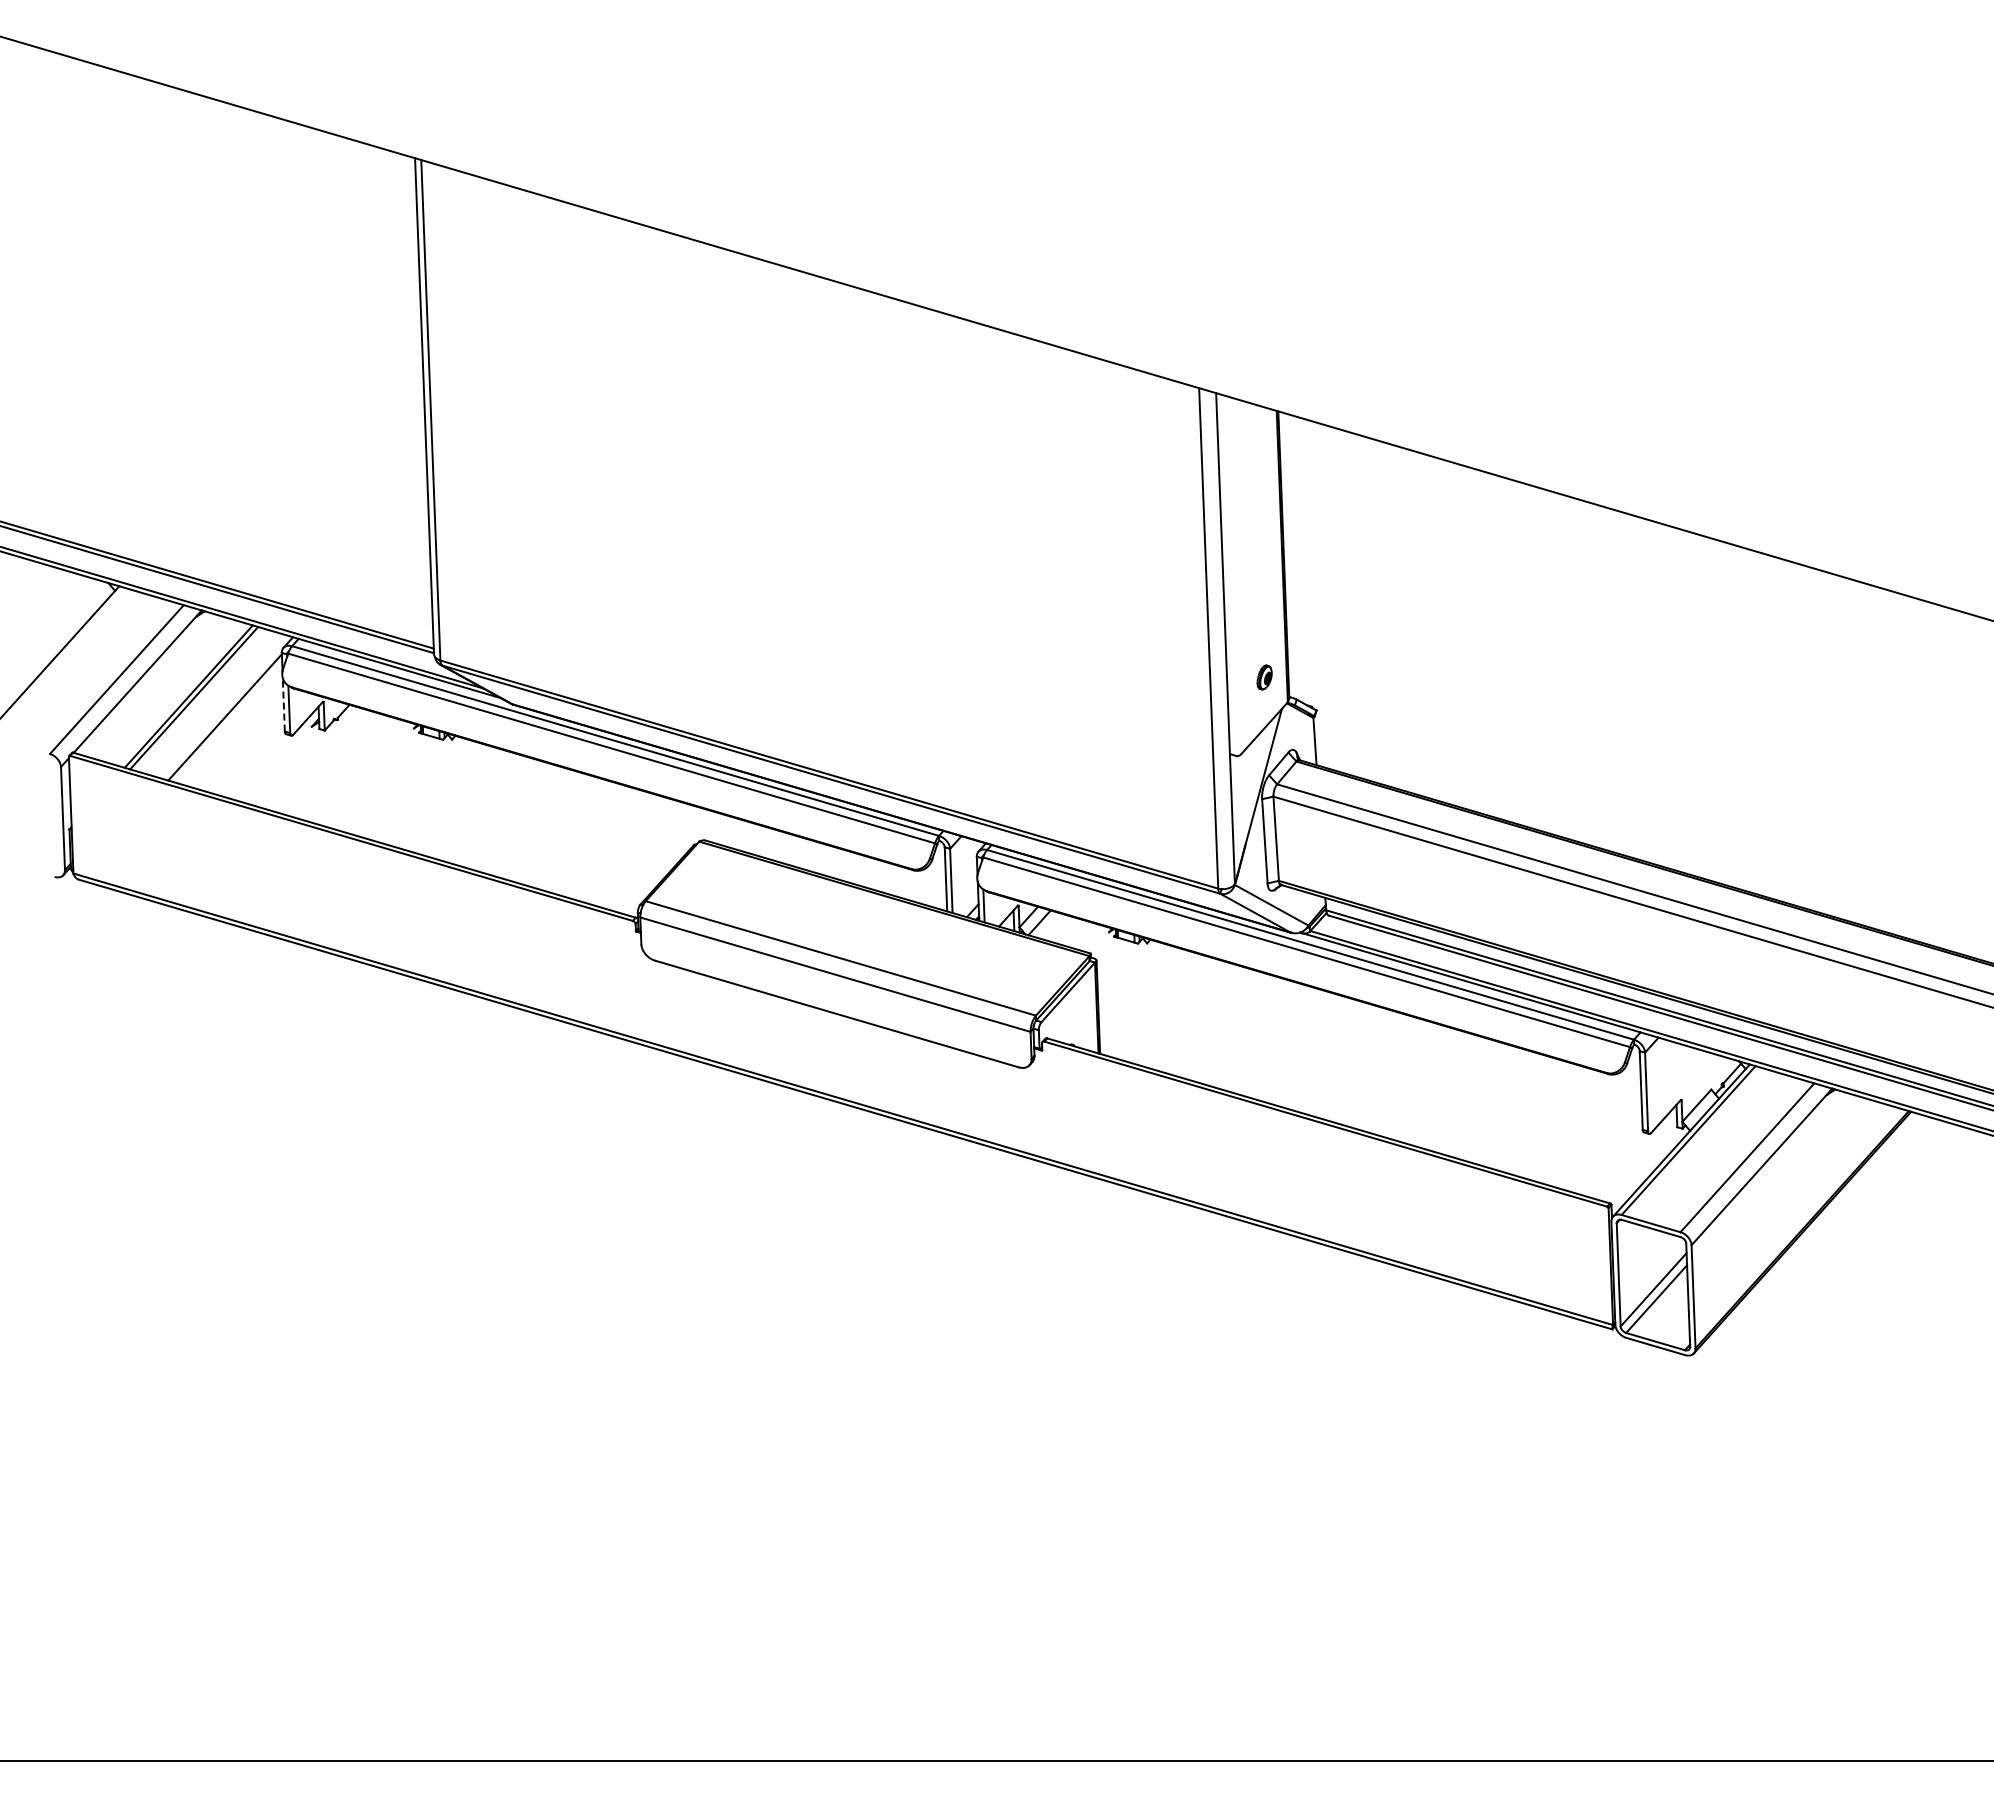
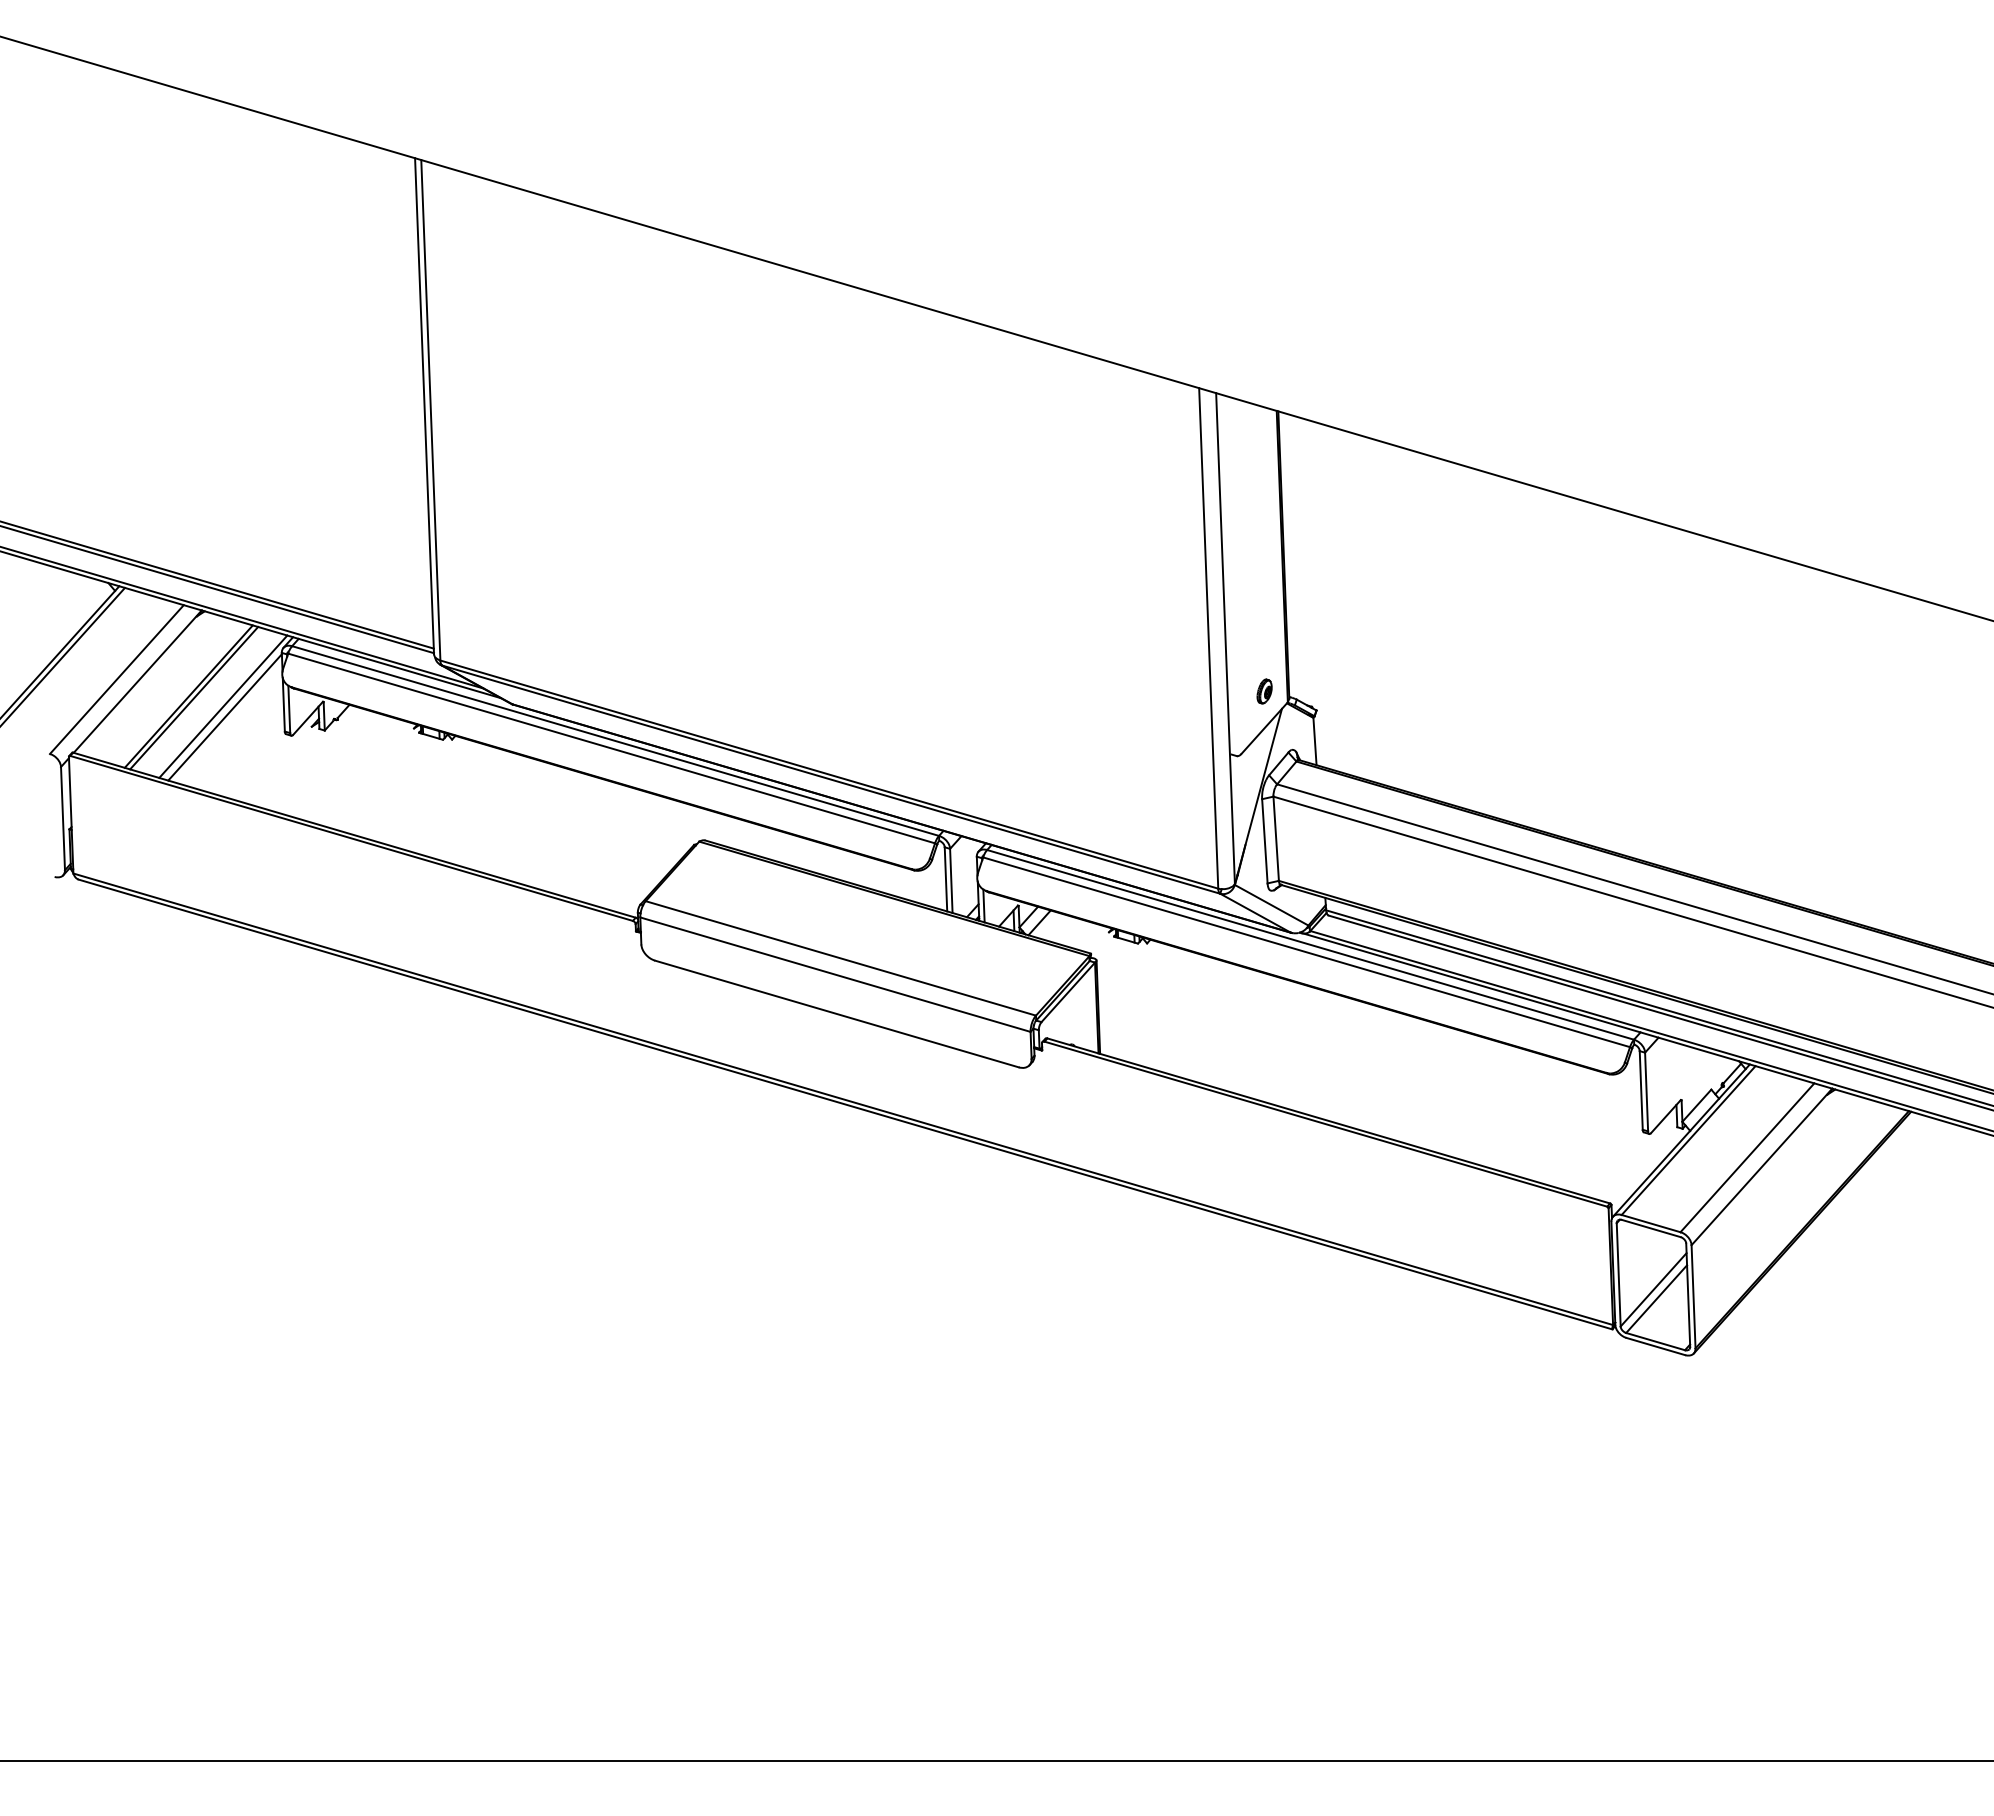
line at (63, 655): none -> present
part at (1264, 677) position: (1264, 677) -> (1264, 691)
line at (283, 704): dashed -> solid
line at (223, 706): none -> present
